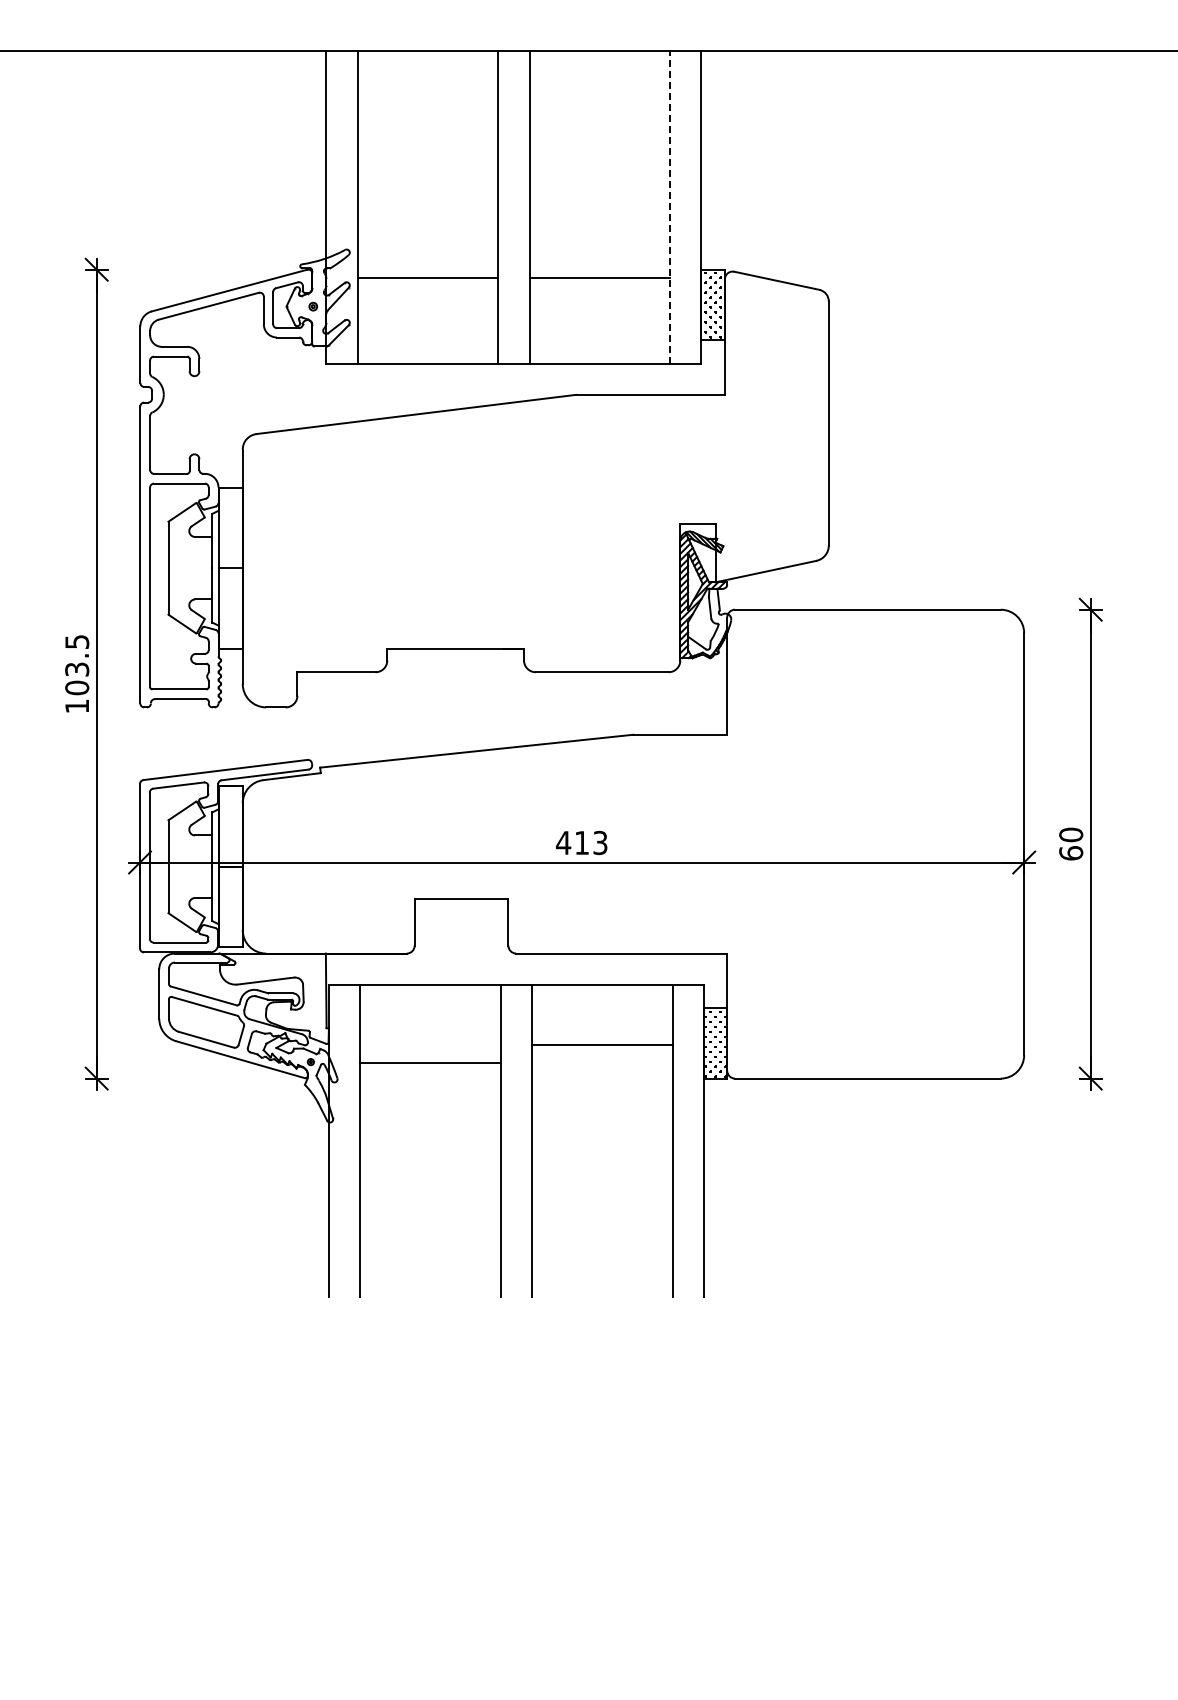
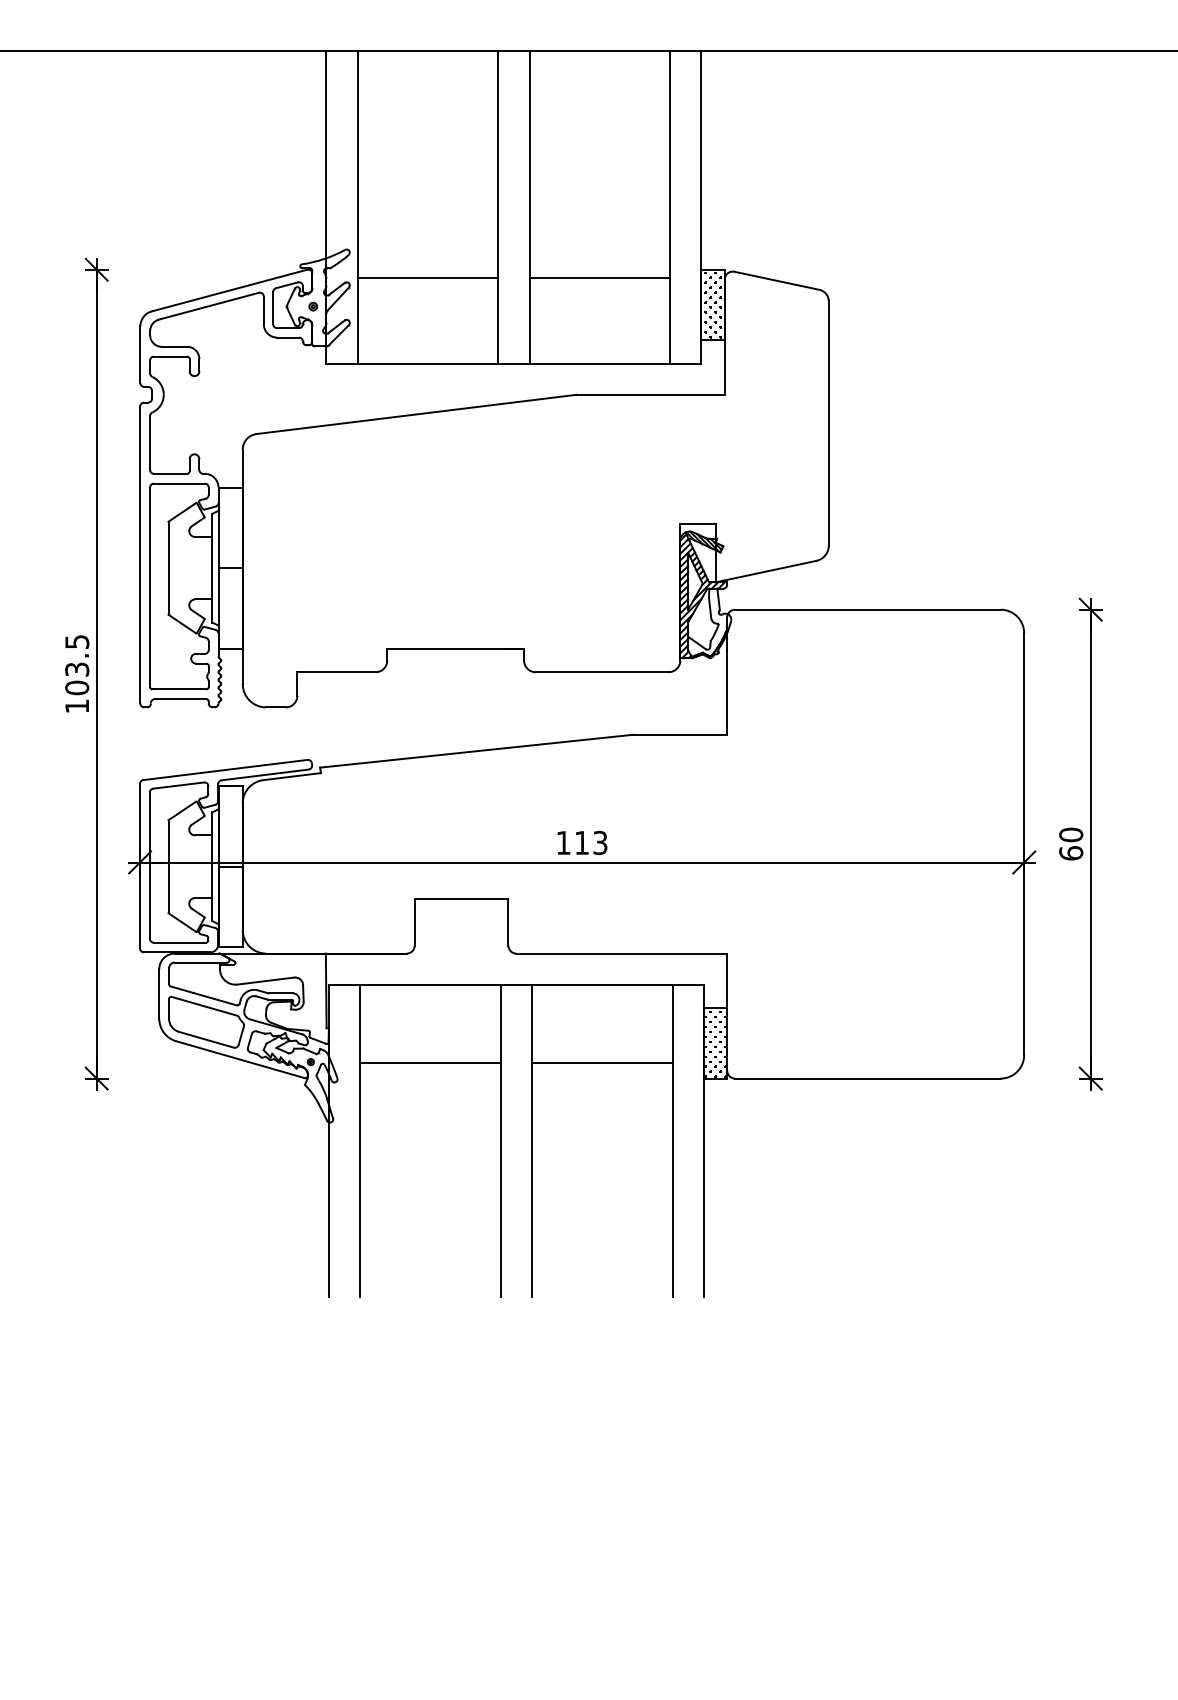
line at (670, 206): dashed -> solid
text at (563, 842): 413 -> 113
line at (601, 1044) position: (601, 1044) -> (601, 1062)
